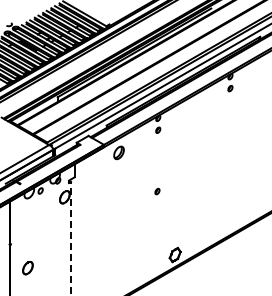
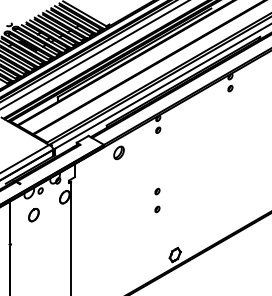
line at (93, 55): none -> present
part at (157, 209): none -> present
line at (71, 238): dashed -> solid
part at (27, 268) position: (27, 268) -> (33, 215)
